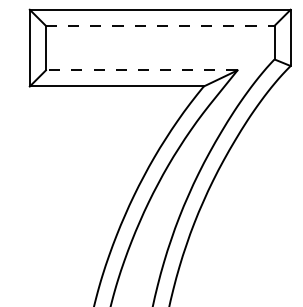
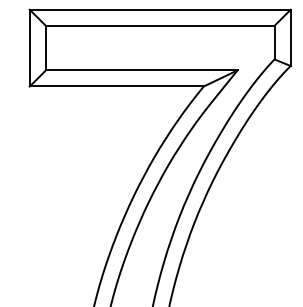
line at (160, 25): dashed -> solid
line at (141, 70): dashed -> solid
